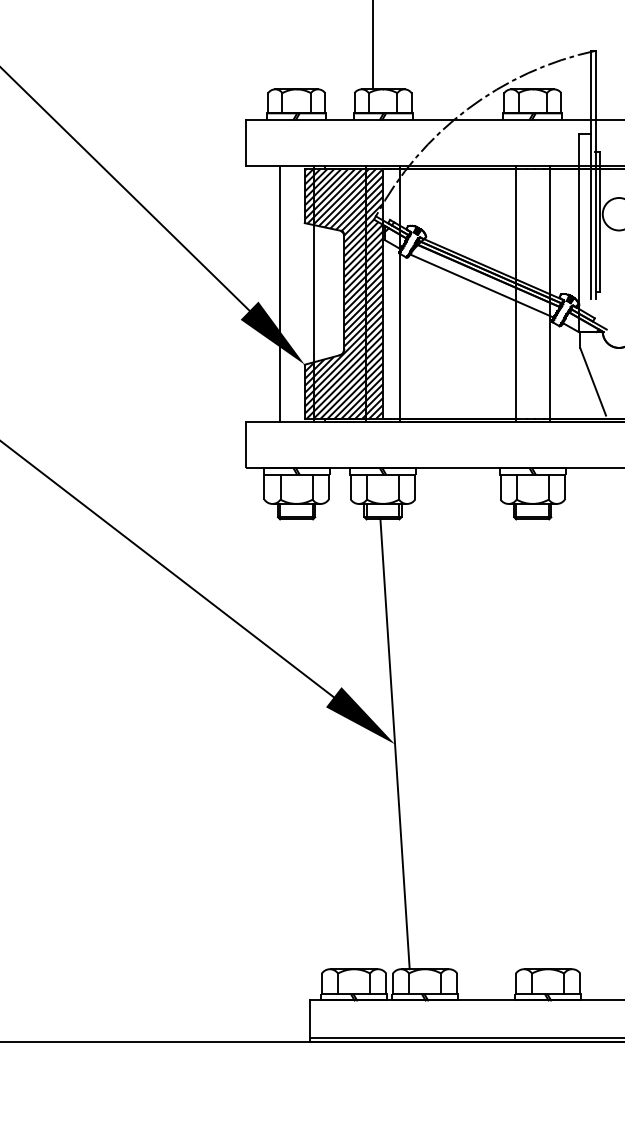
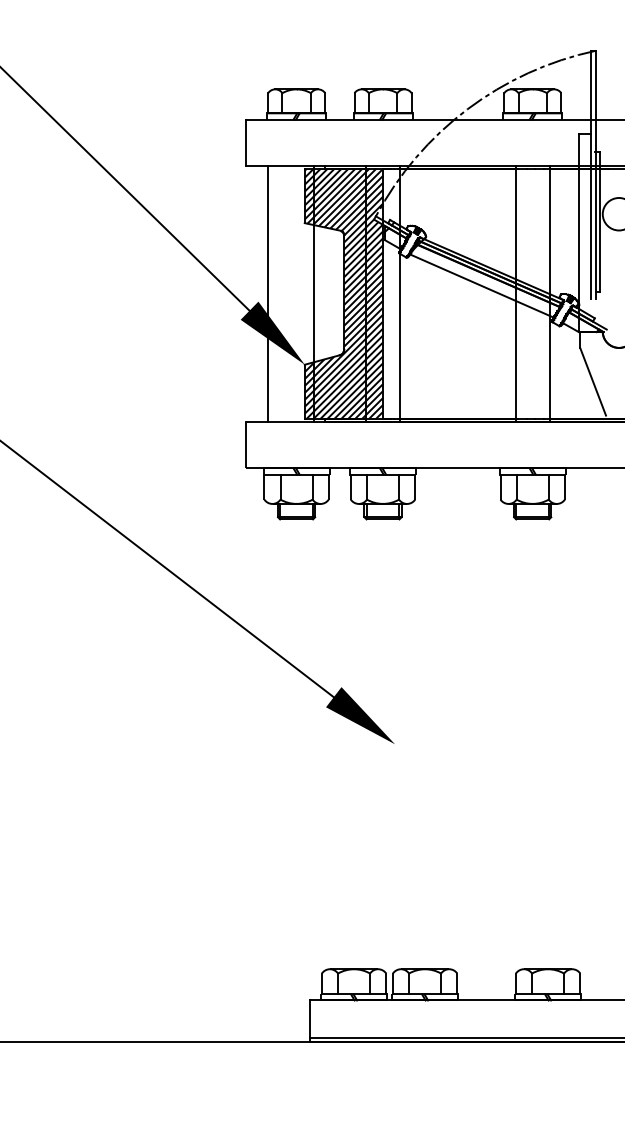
line at (373, 45): present -> none
line at (279, 293) position: (279, 293) -> (267, 293)
line at (394, 744): present -> none
